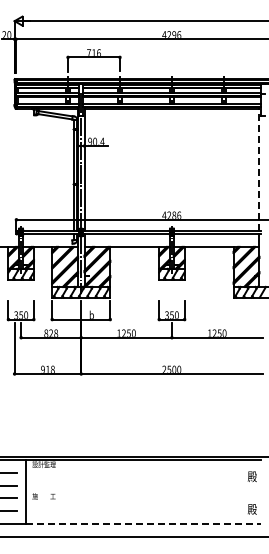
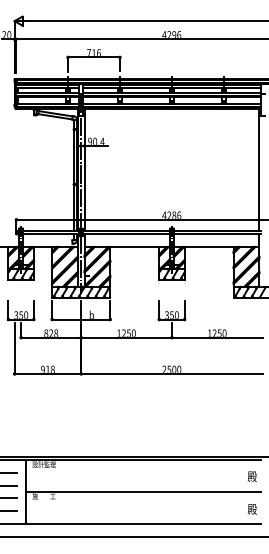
line at (259, 168): dashed -> solid
line at (143, 492): none -> present
line at (143, 523): dashed -> solid
